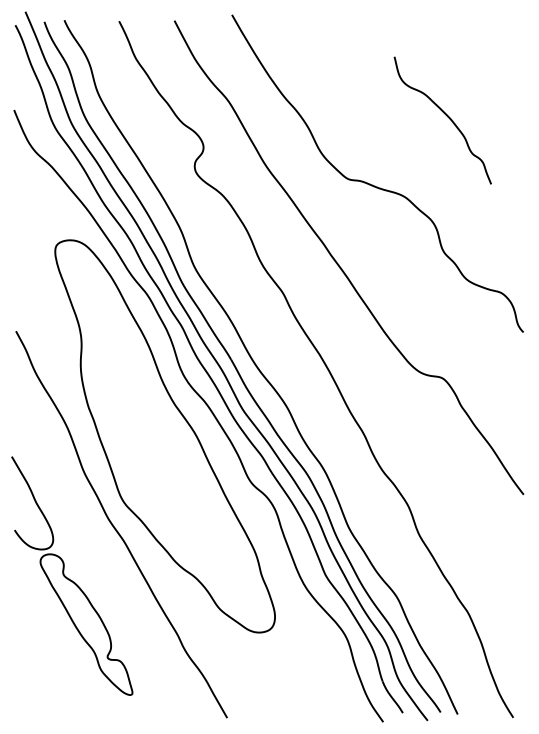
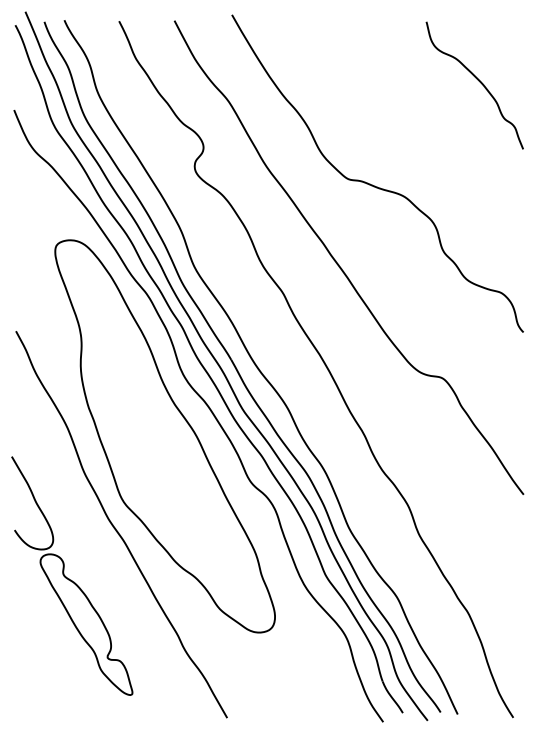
curve at (446, 116) position: (446, 116) -> (478, 81)
